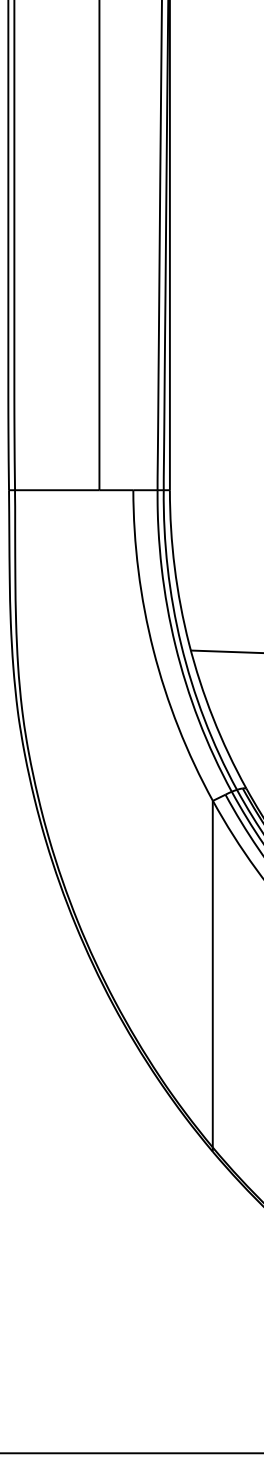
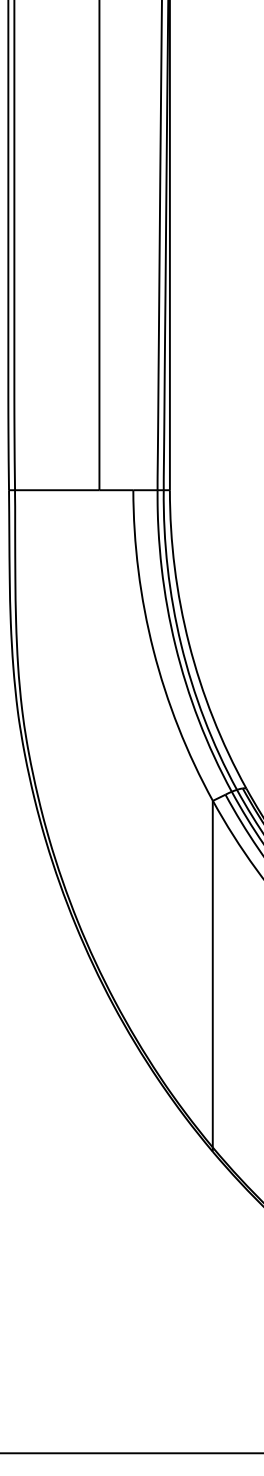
line at (225, 651): present -> none
